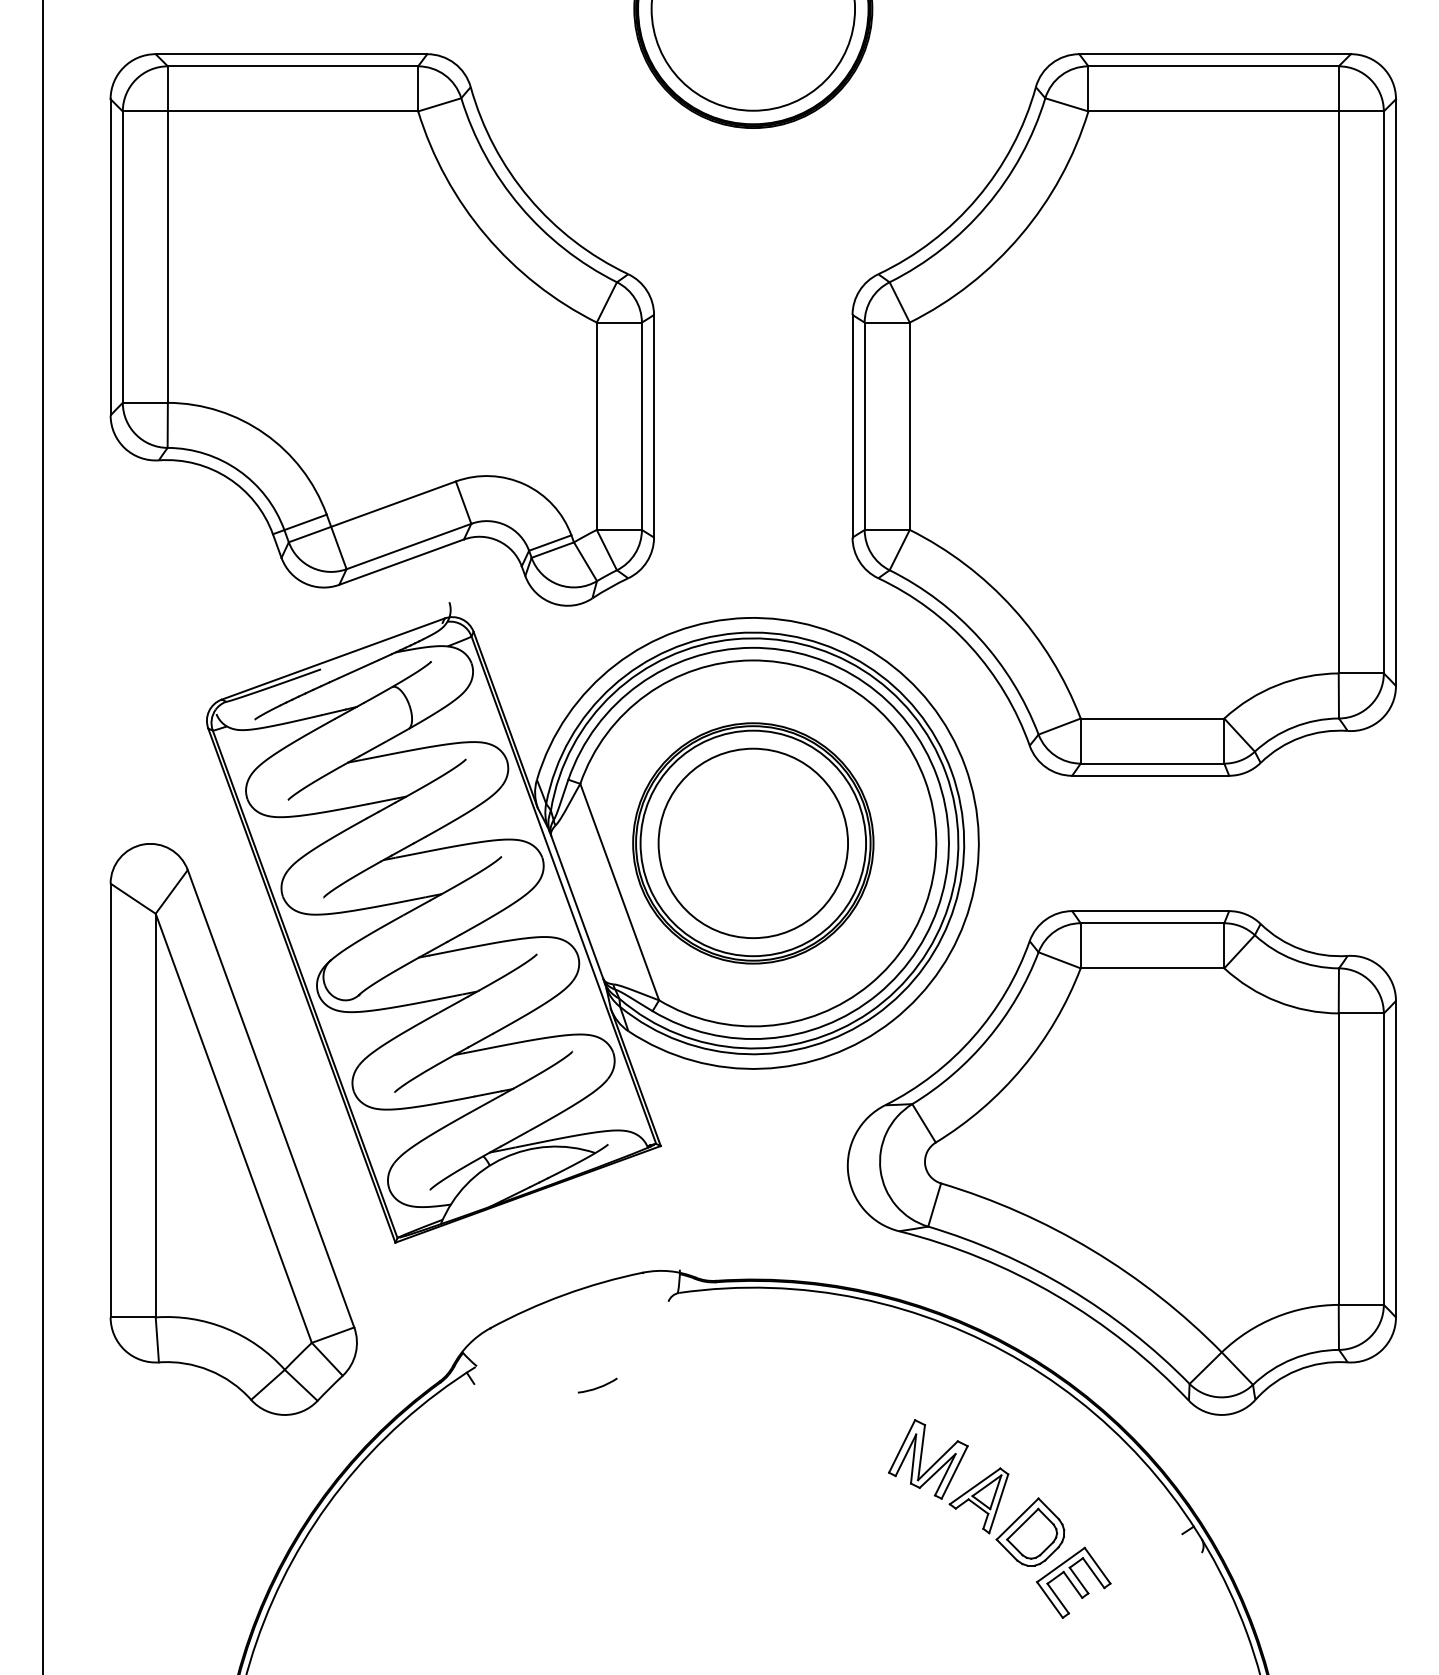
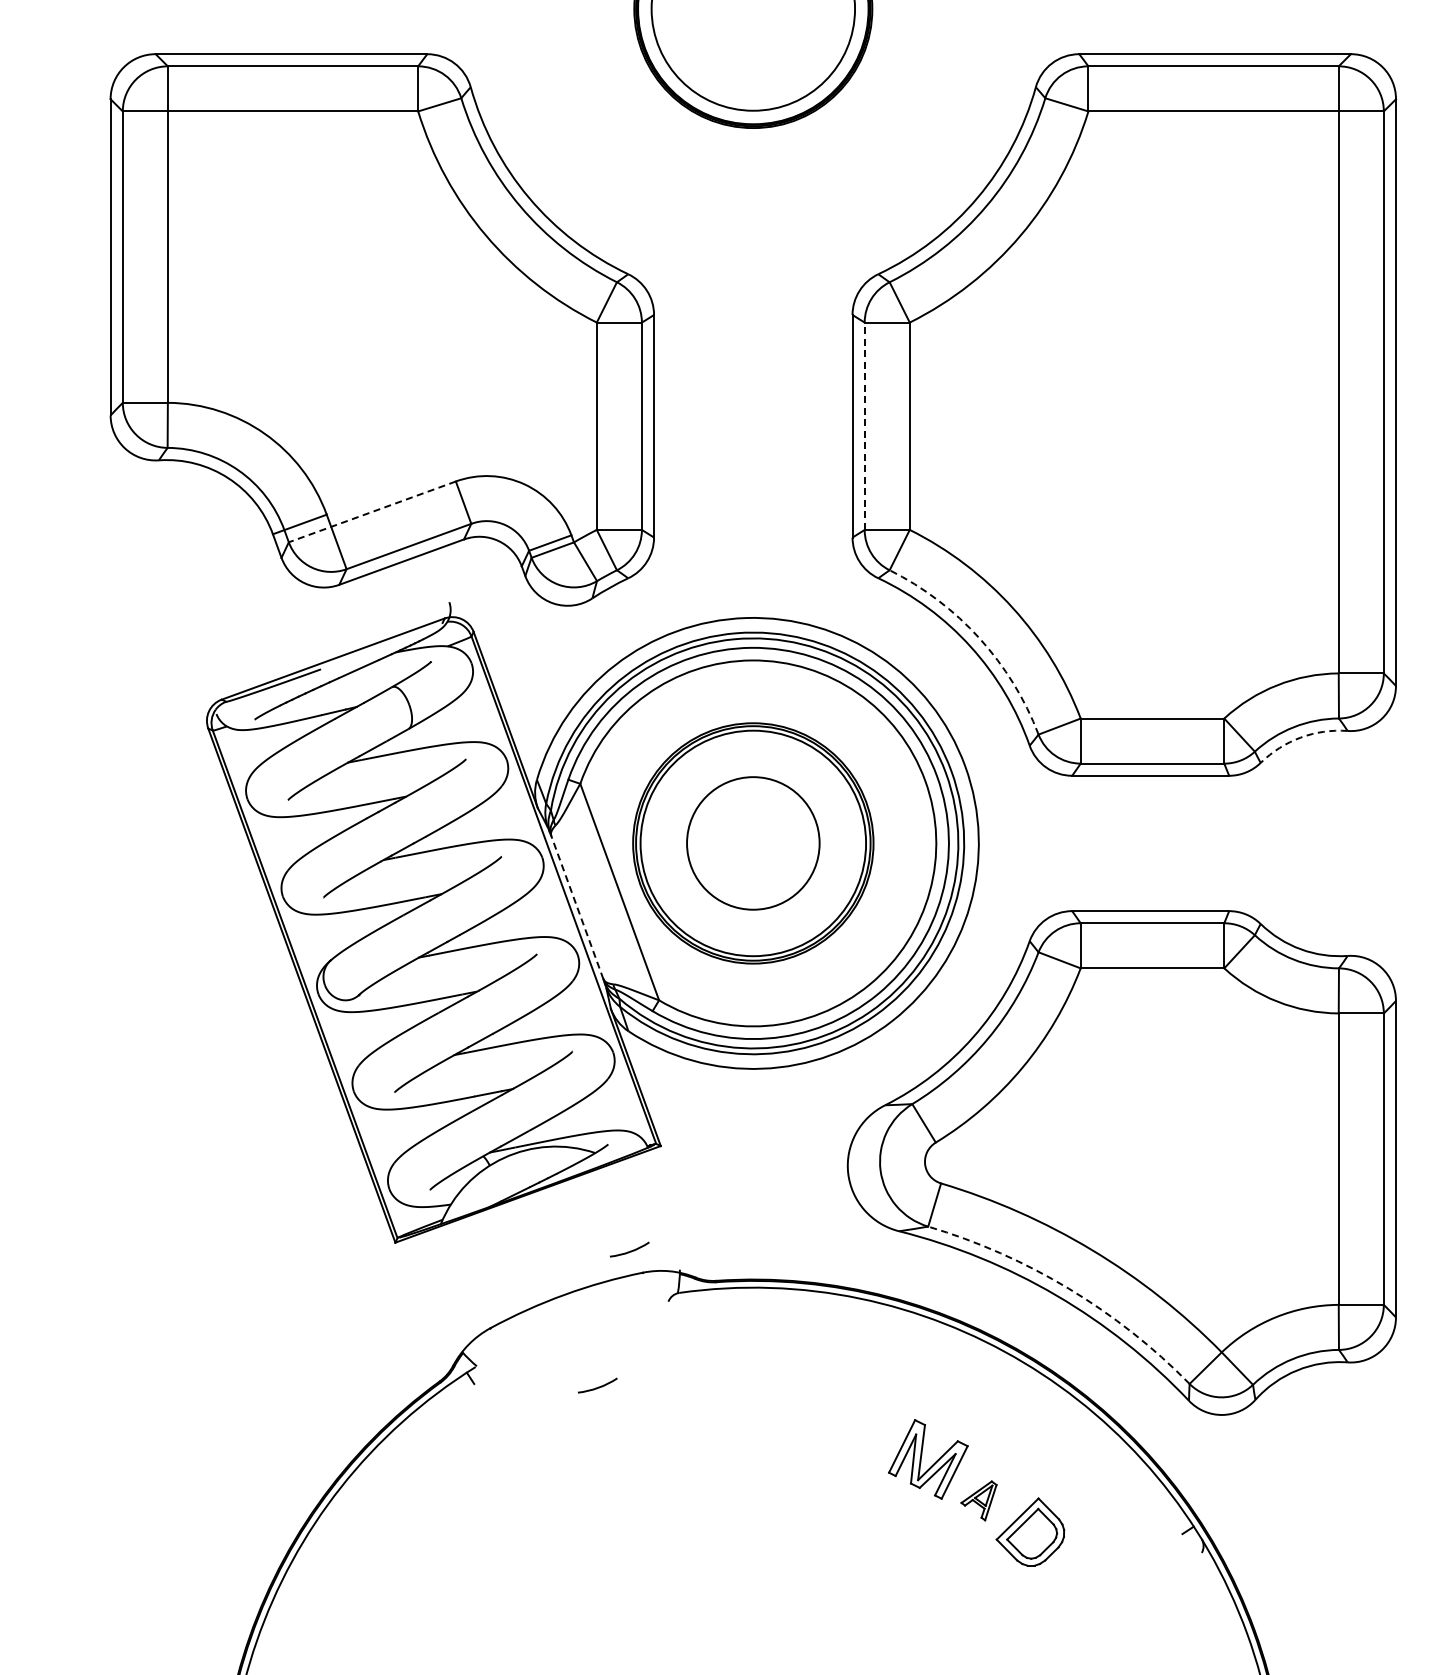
line at (864, 426): solid -> dashed
line at (372, 511): solid -> dashed
arc at (979, 638): solid -> dashed
arc at (1300, 737): solid -> dashed
line at (42, 836): present -> none
circle at (753, 843) diameter: 189 px -> 133 px
line at (577, 907): solid -> dashed
part at (233, 1129): present -> none
arc at (630, 1250): none -> present
arc at (1068, 1288): solid -> dashed
part at (978, 1500) size: 62x68 px -> 38x42 px
part at (1073, 1582): present -> none
